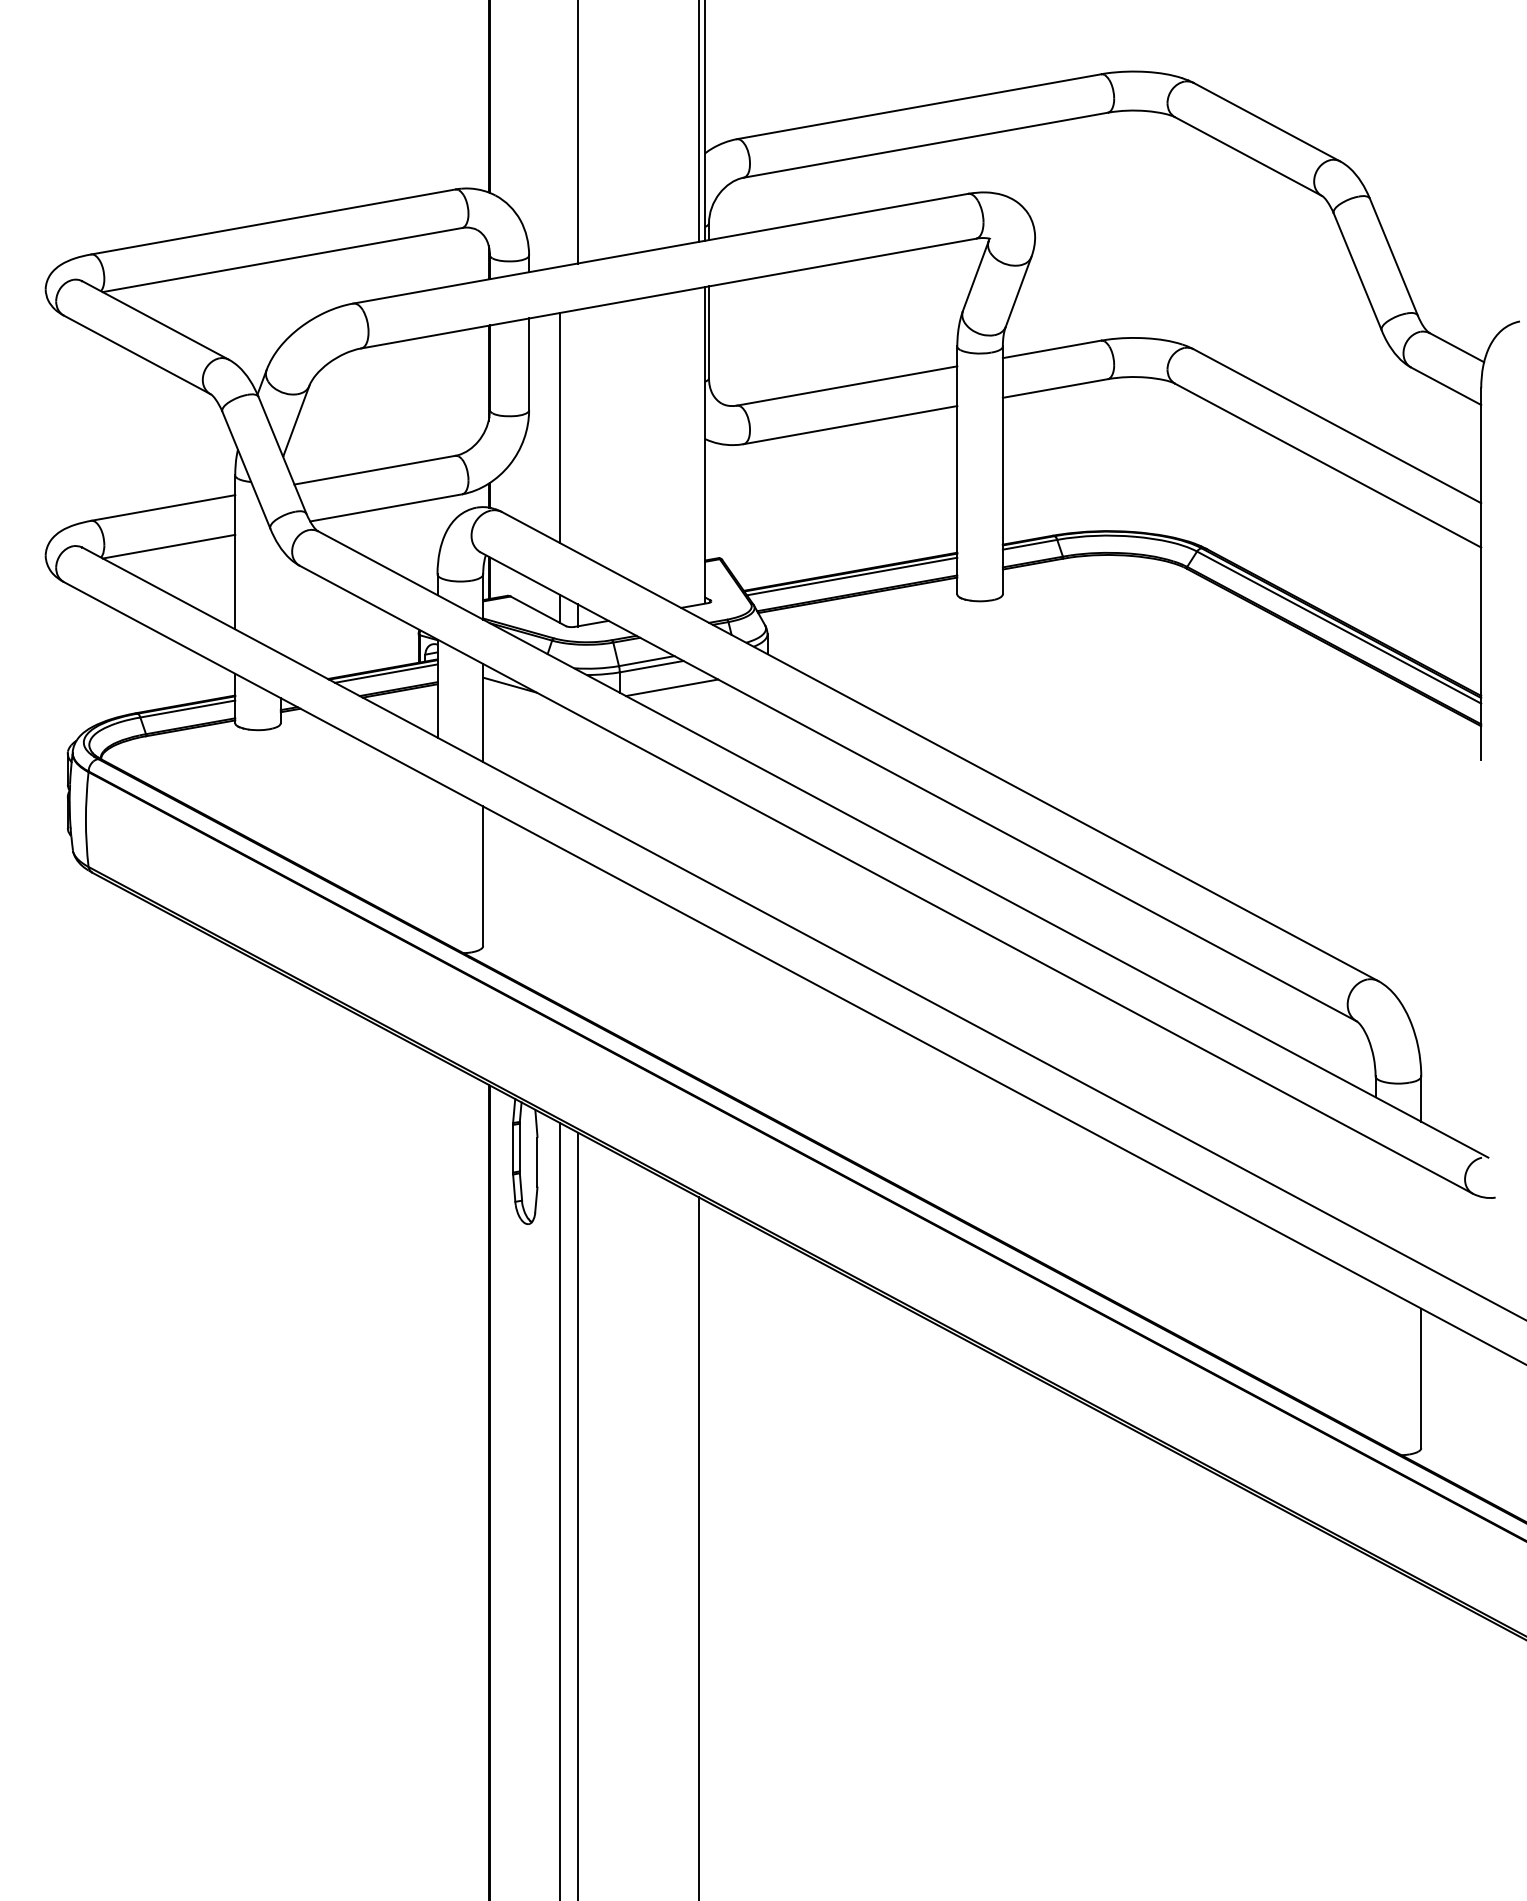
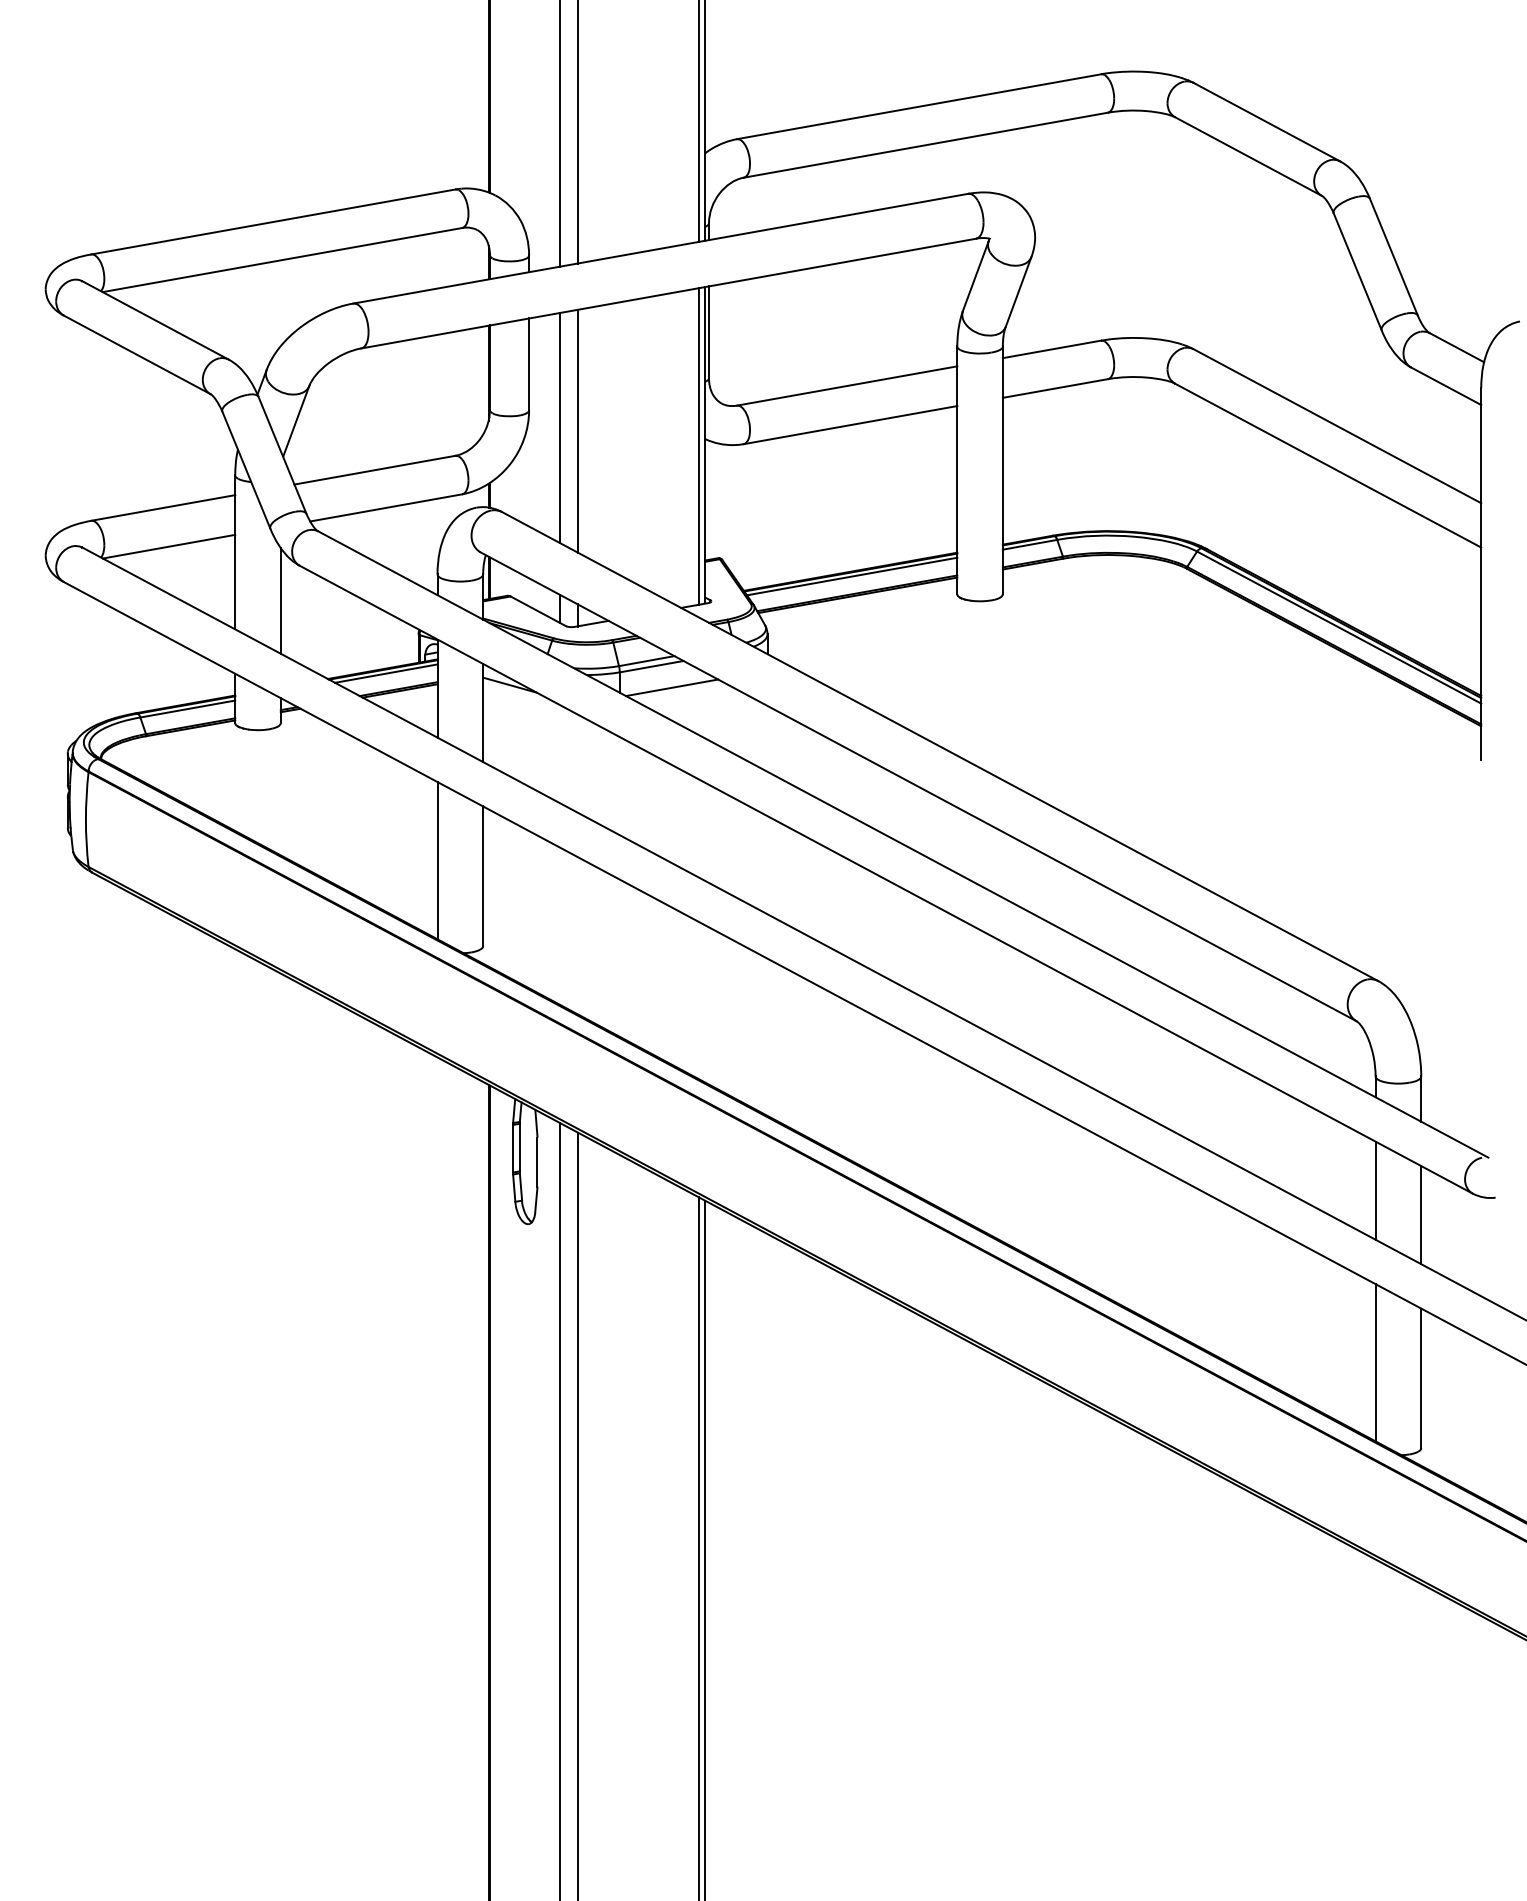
line at (560, 134): none -> present
line at (577, 430): none -> present
line at (698, 446): none -> present
line at (280, 600): none -> present
line at (437, 860): none -> present
line at (1375, 1190): none -> present
line at (1421, 1214): none -> present
line at (1375, 1362): none -> present
line at (705, 1548): none -> present
